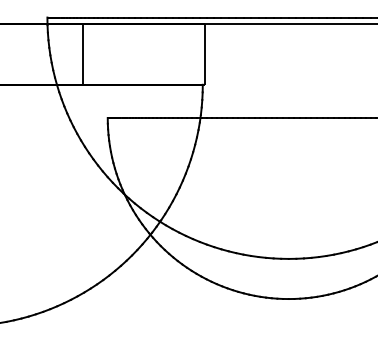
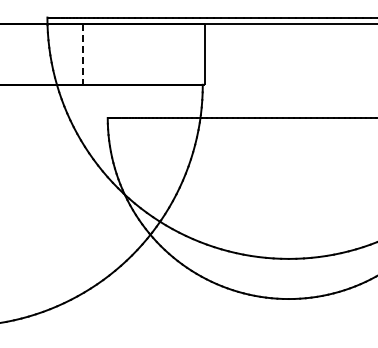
line at (82, 55): solid -> dashed
